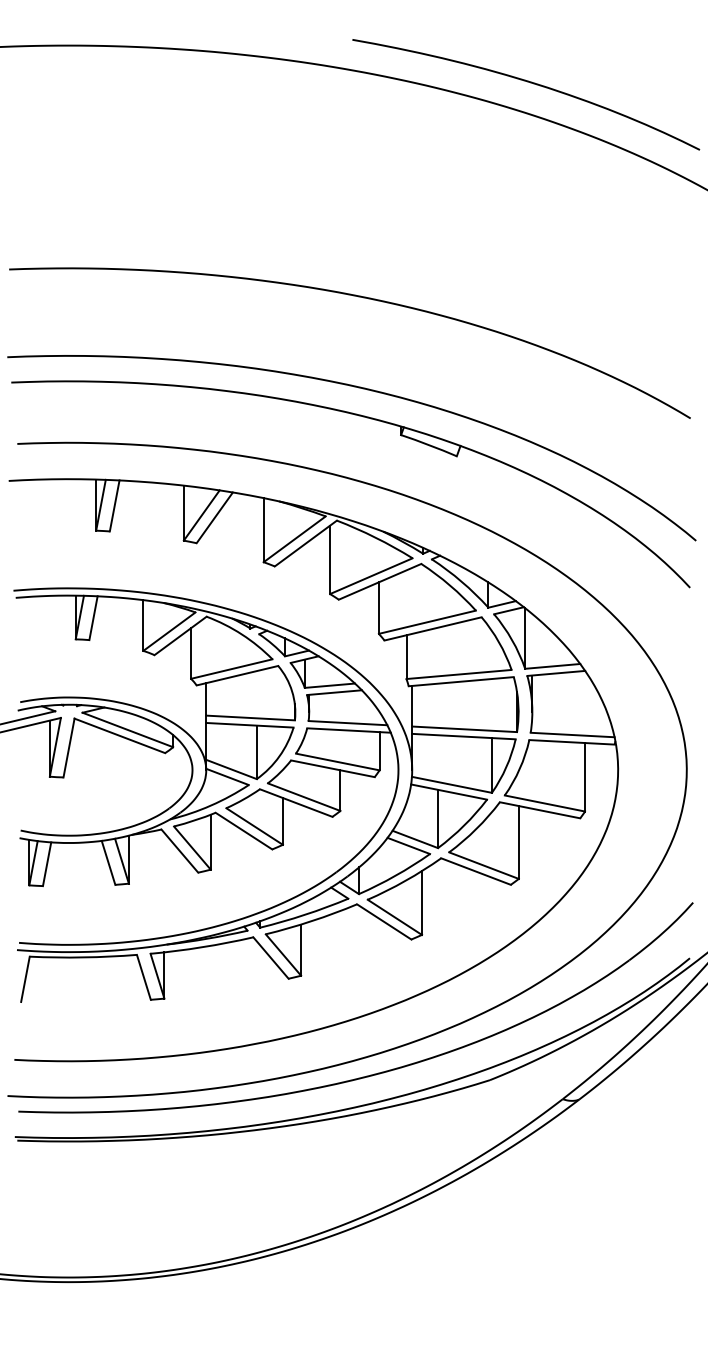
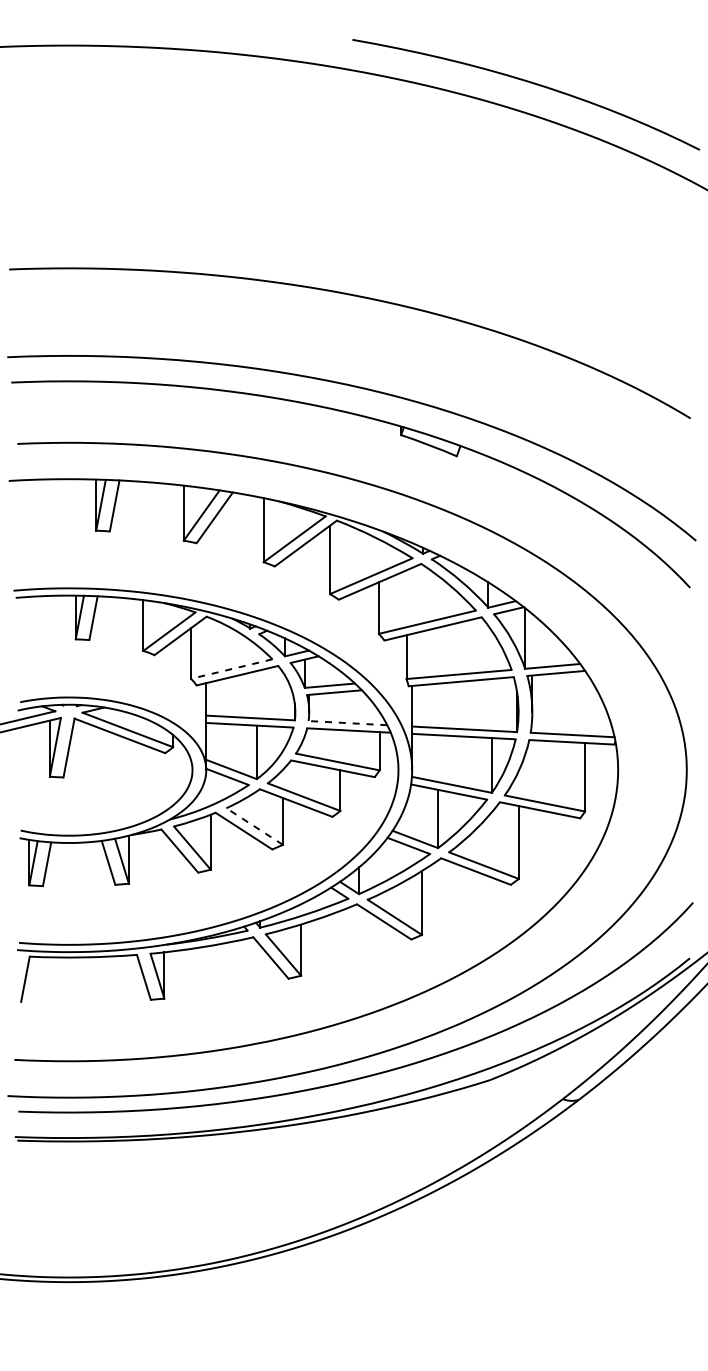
line at (231, 669): solid -> dashed
line at (347, 723): solid -> dashed
line at (254, 826): solid -> dashed
